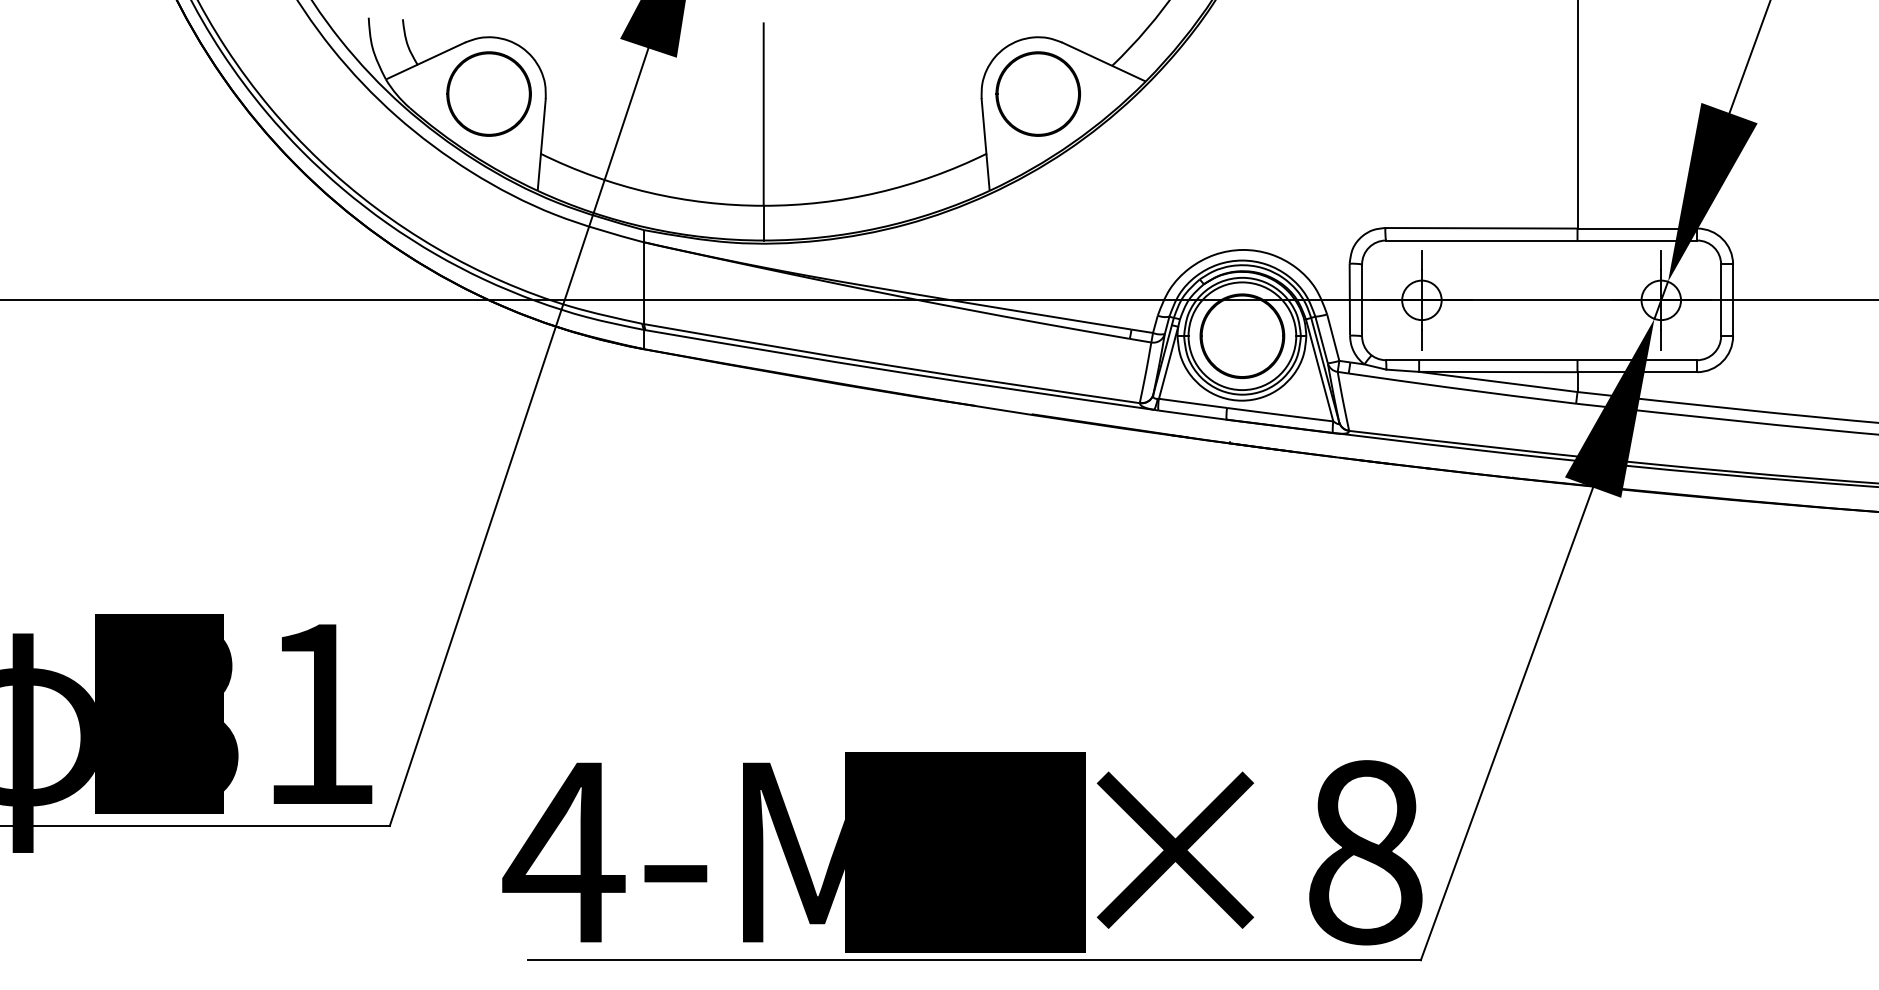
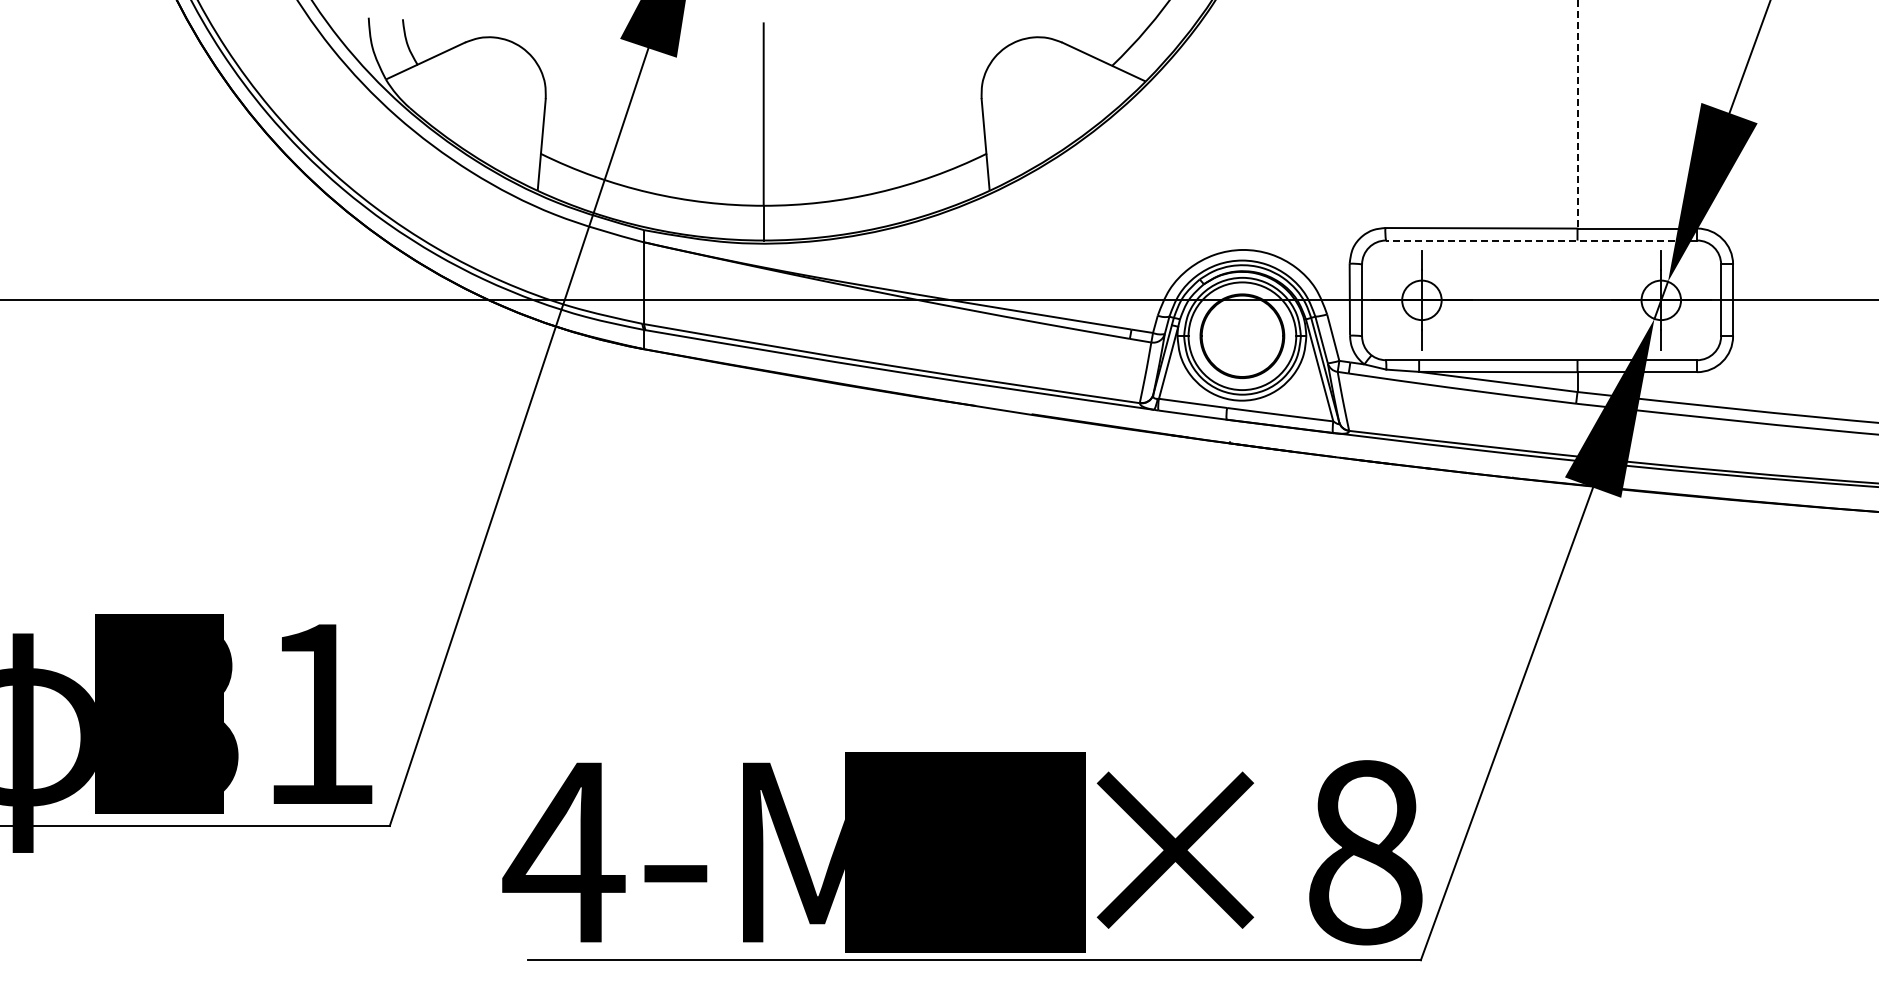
part at (488, 93): present -> none
part at (1037, 93): present -> none
line at (1577, 114): solid -> dashed
line at (1541, 240): solid -> dashed
